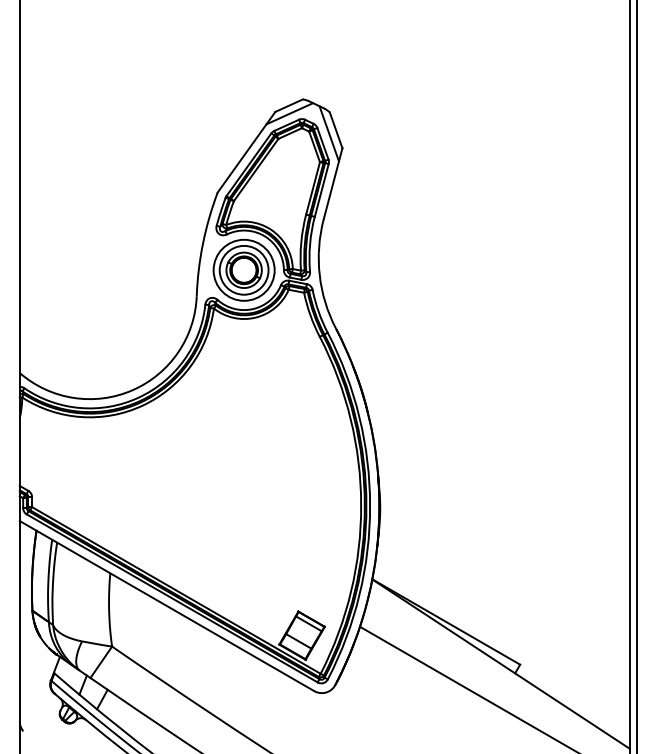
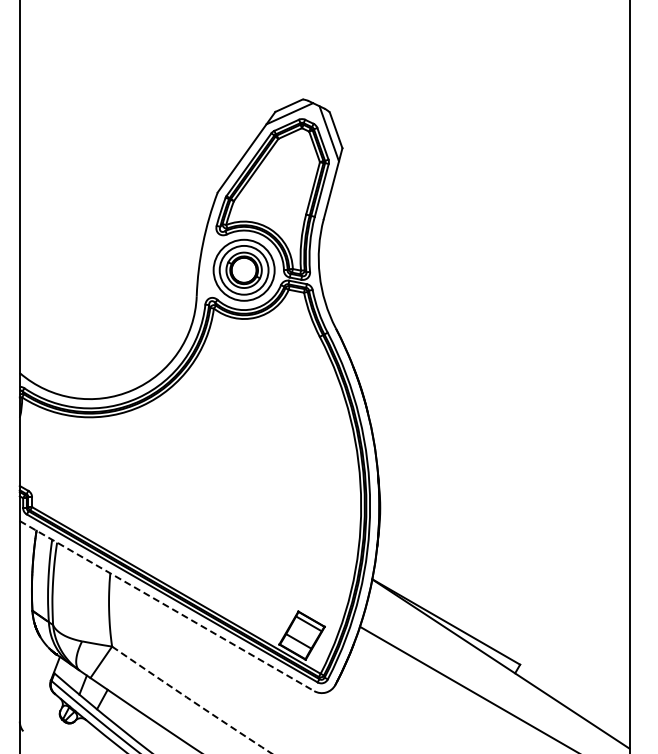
line at (637, 376): present -> none
line at (167, 606): solid -> dashed
arc at (192, 700): solid -> dashed
